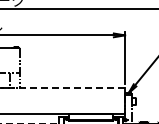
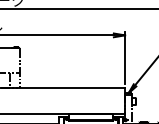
line at (62, 88): dashed -> solid
line at (30, 123): dashed -> solid
